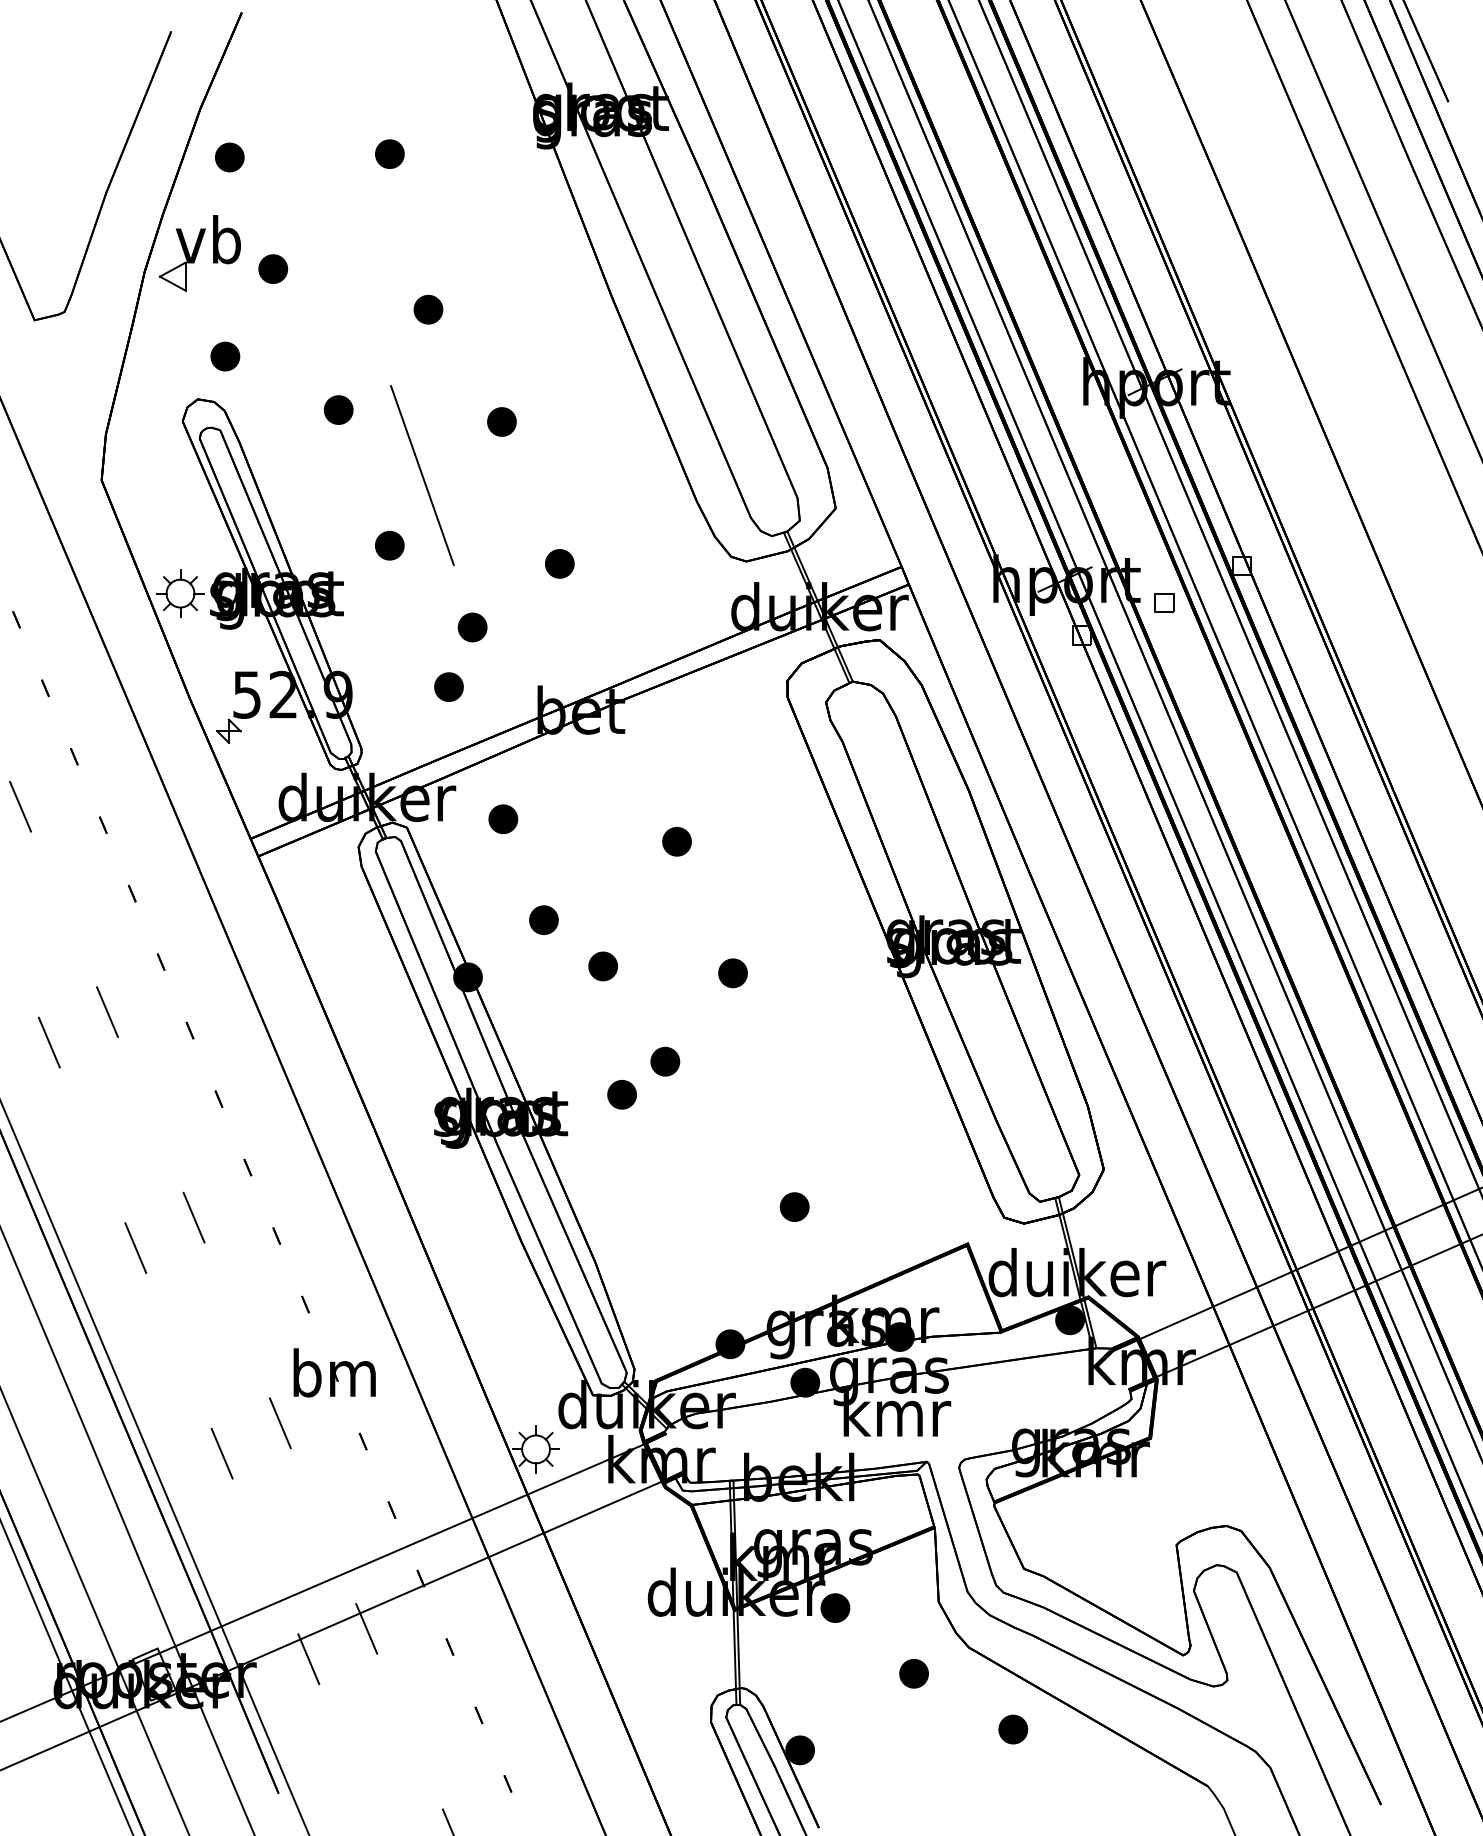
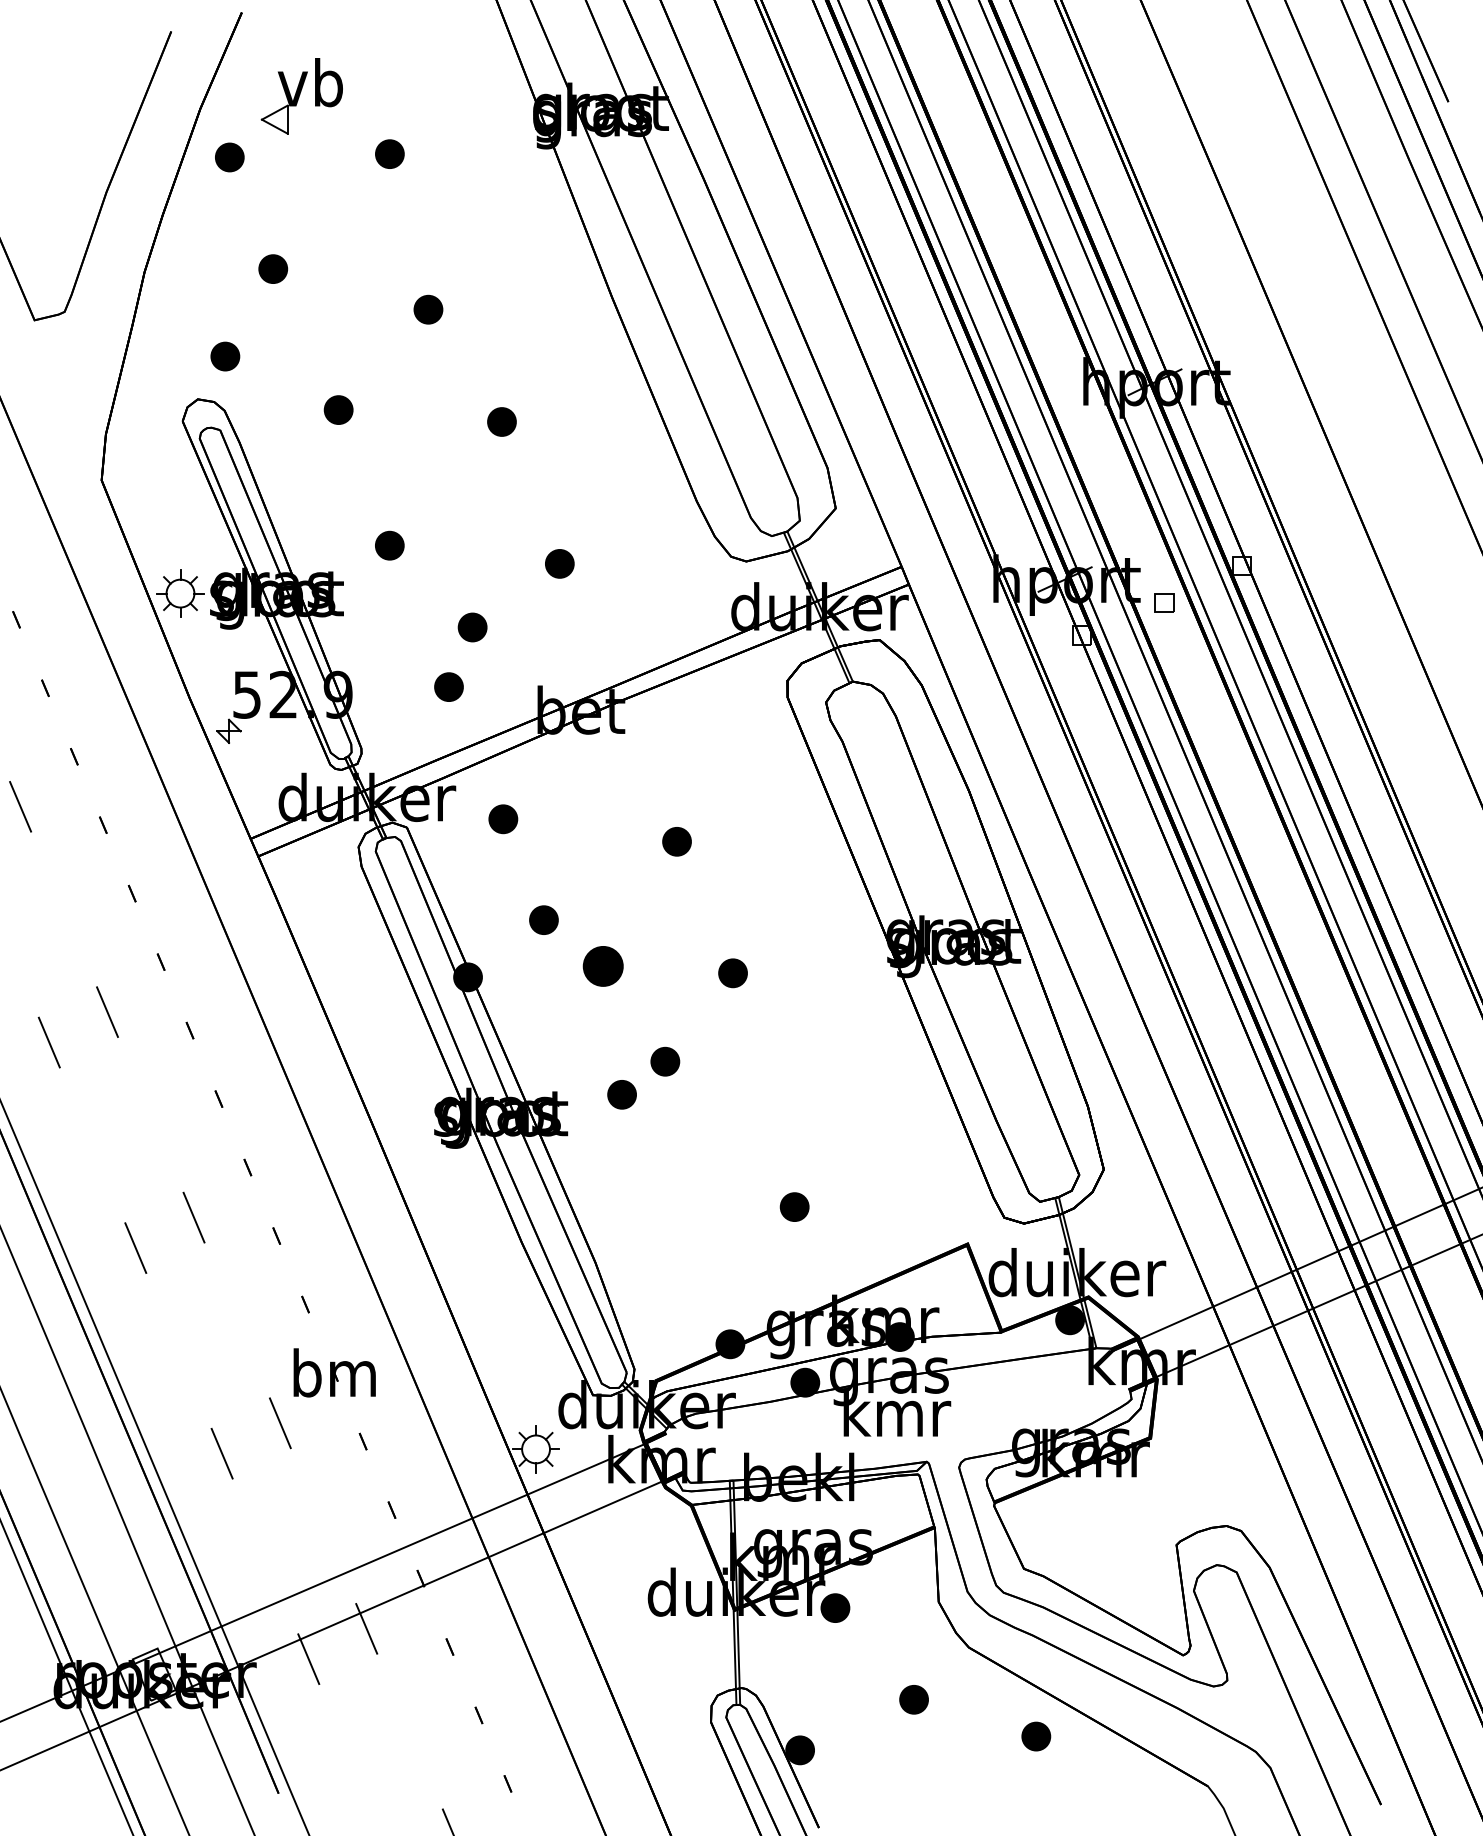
part at (199, 253) position: (199, 253) -> (301, 96)
line at (422, 475): present -> none
part at (602, 966) size: 30x31 px -> 42x41 px
part at (913, 1673) position: (913, 1673) -> (913, 1699)
part at (1013, 1729) position: (1013, 1729) -> (1036, 1736)
